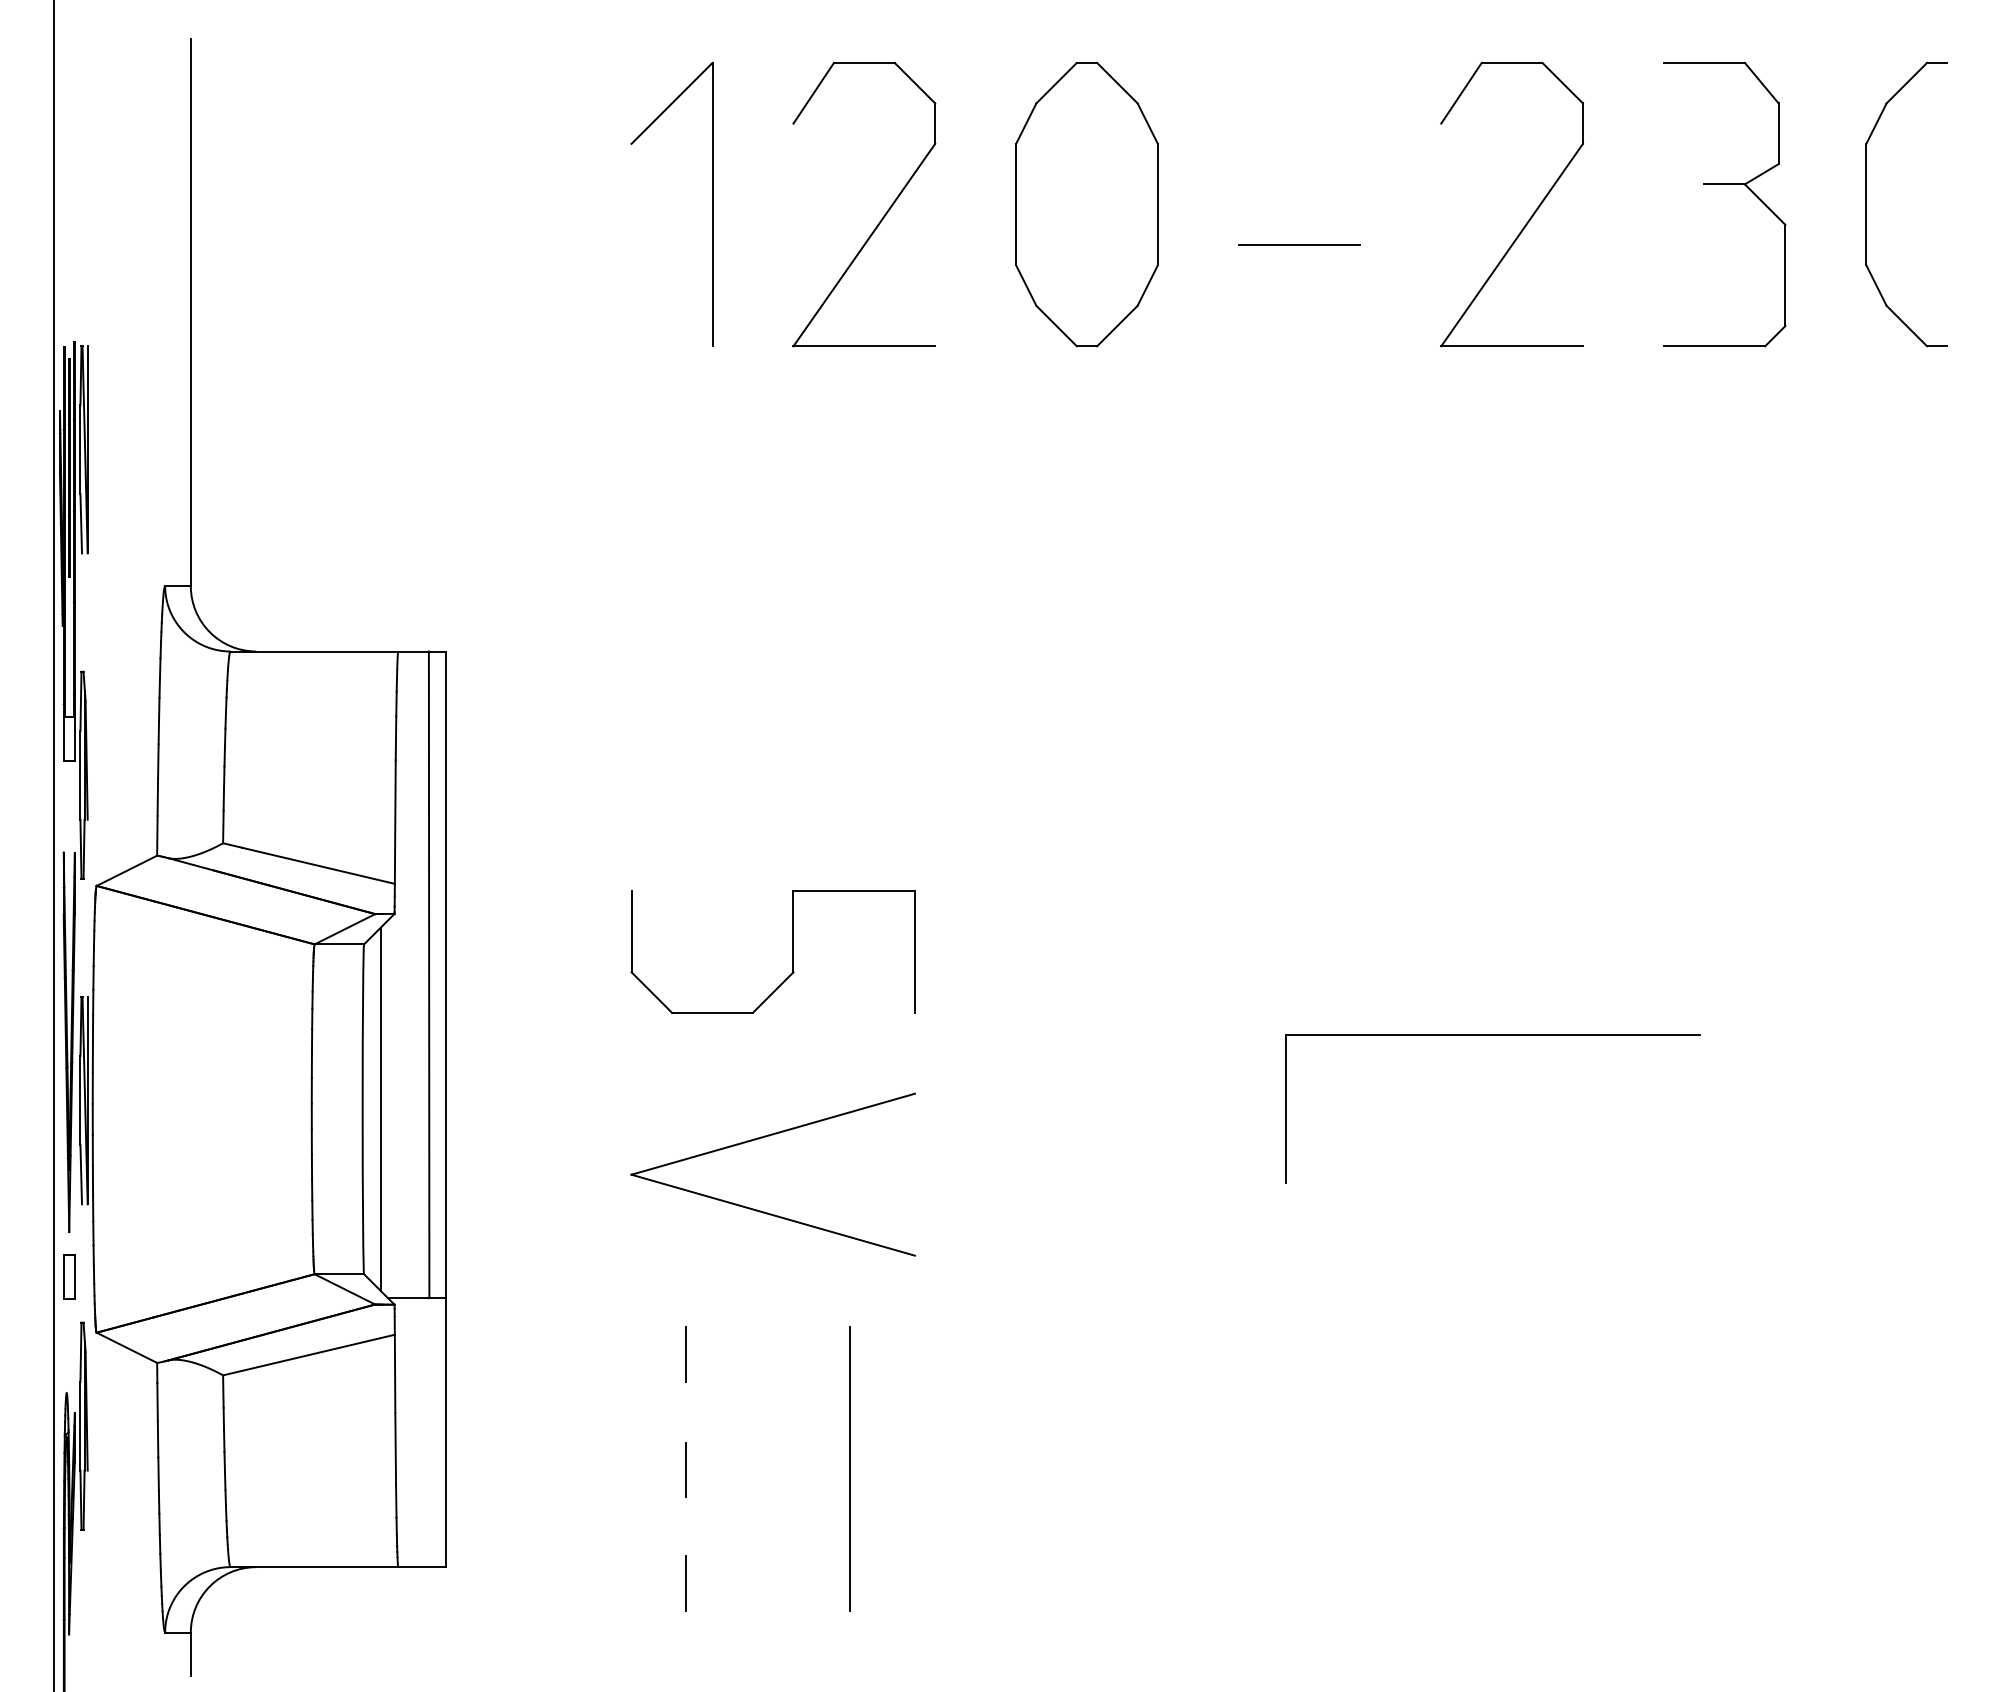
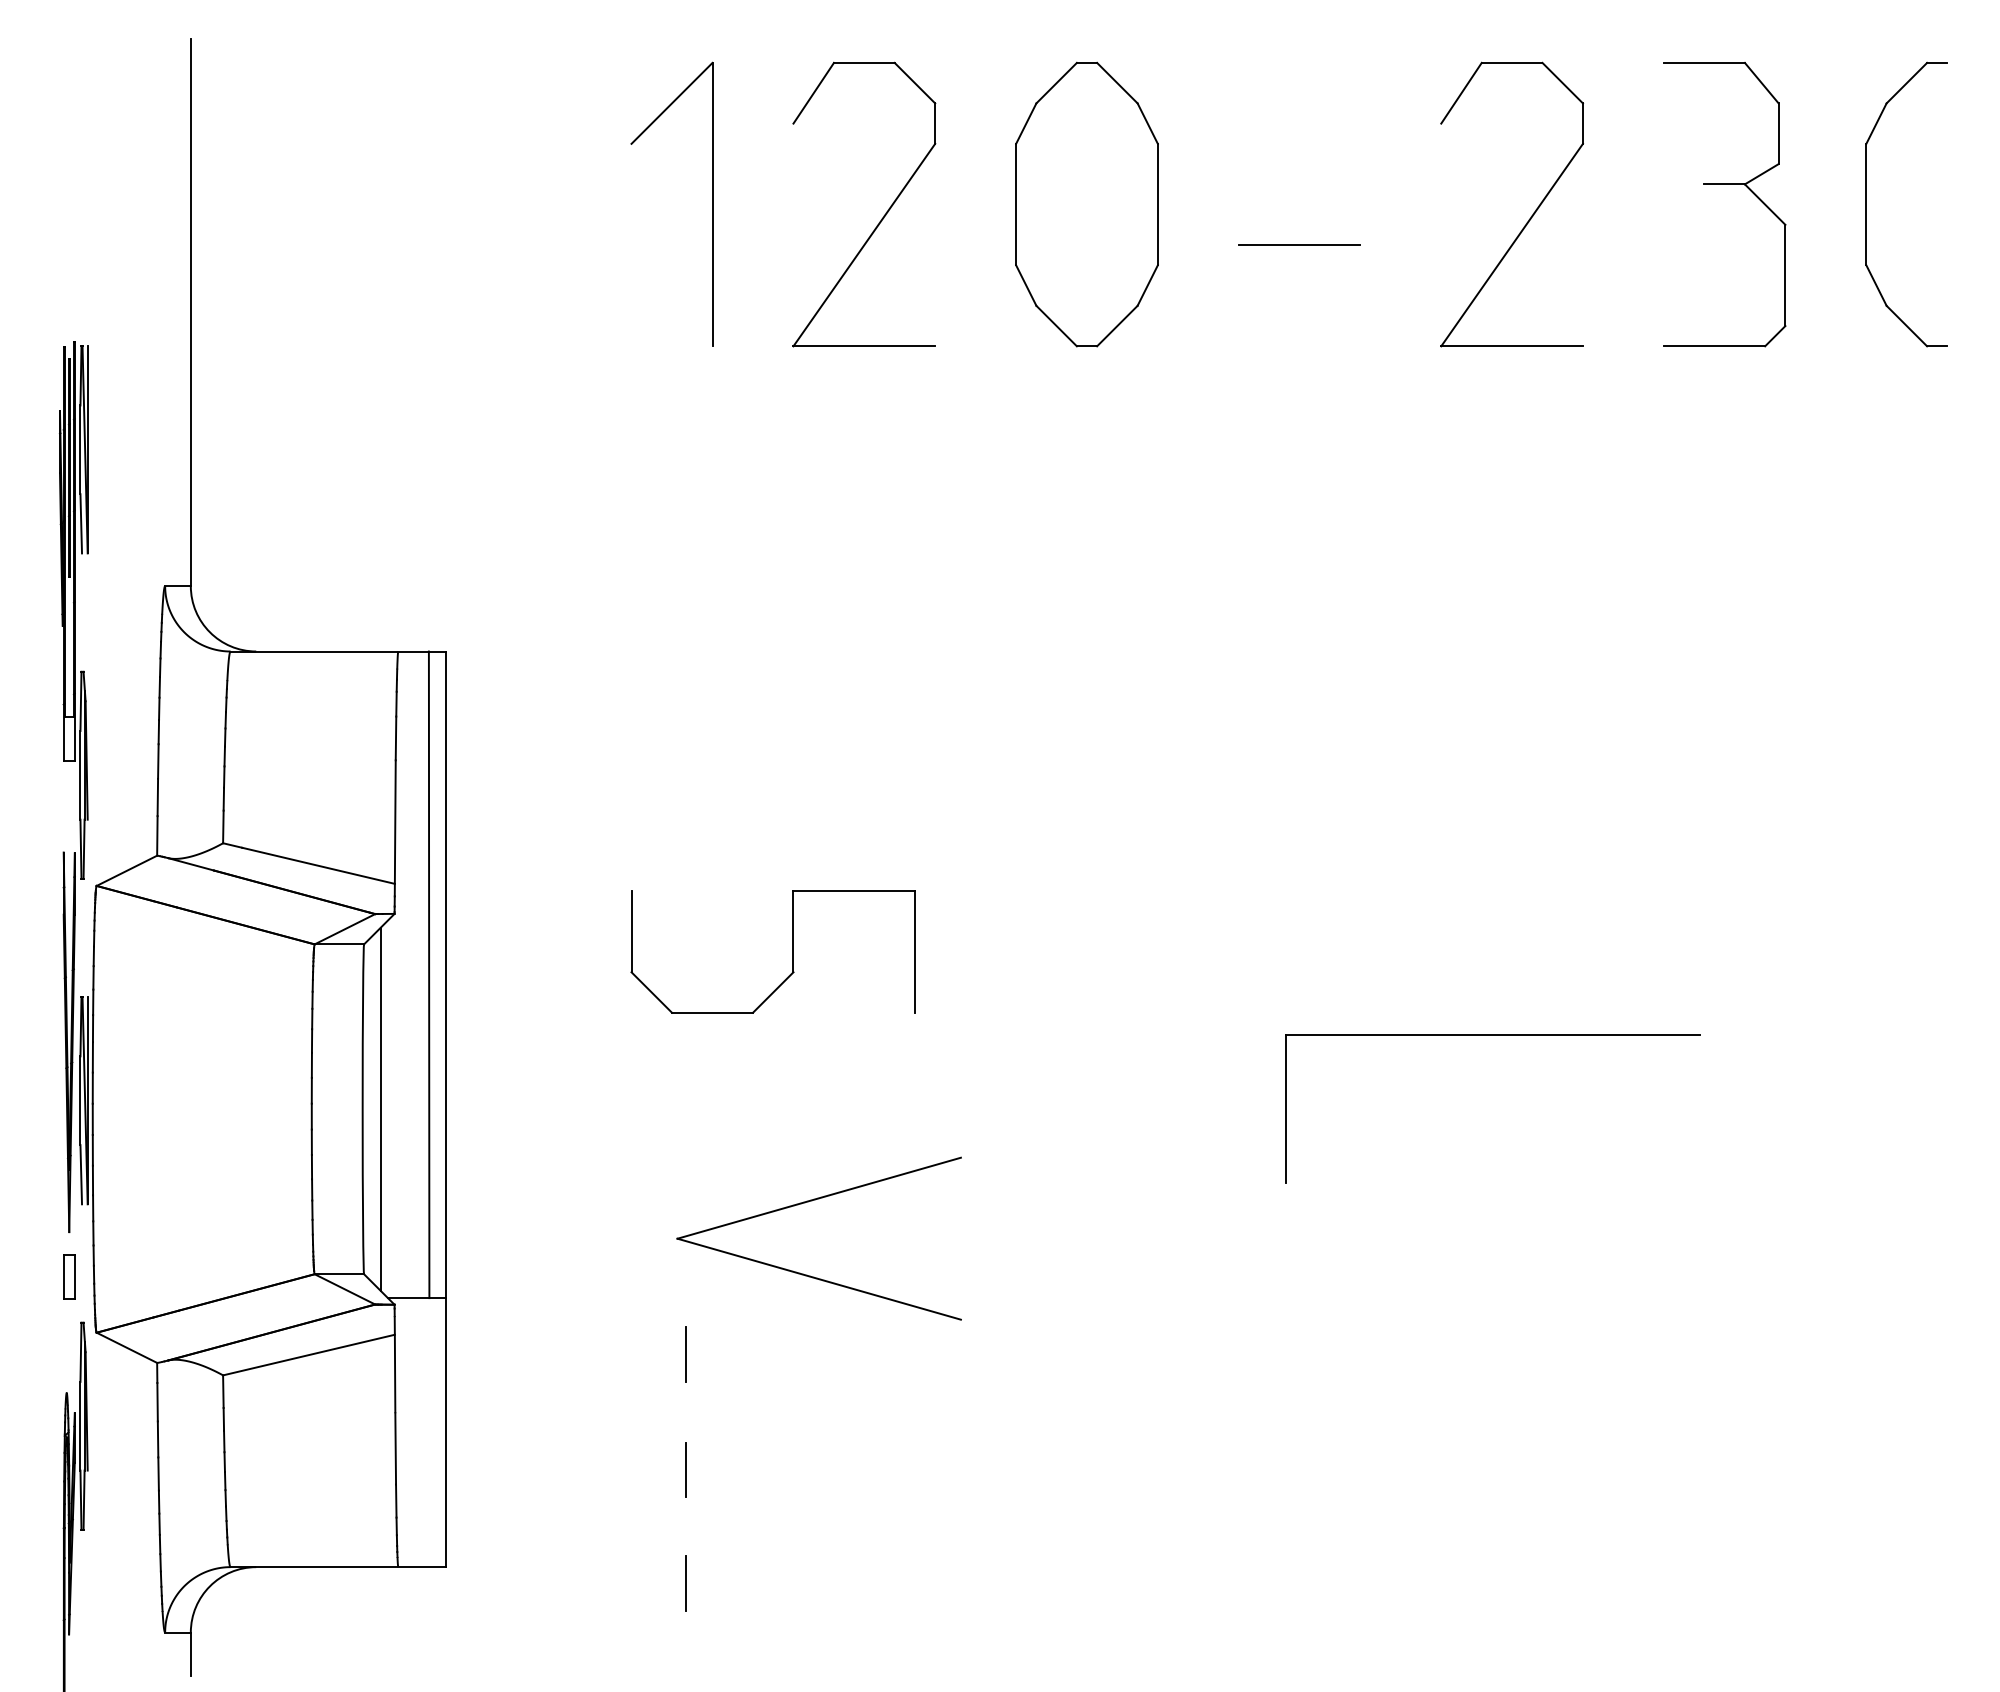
line at (53, 845): present -> none
part at (759, 1139) position: (759, 1139) -> (805, 1203)
line at (849, 1468): present -> none
